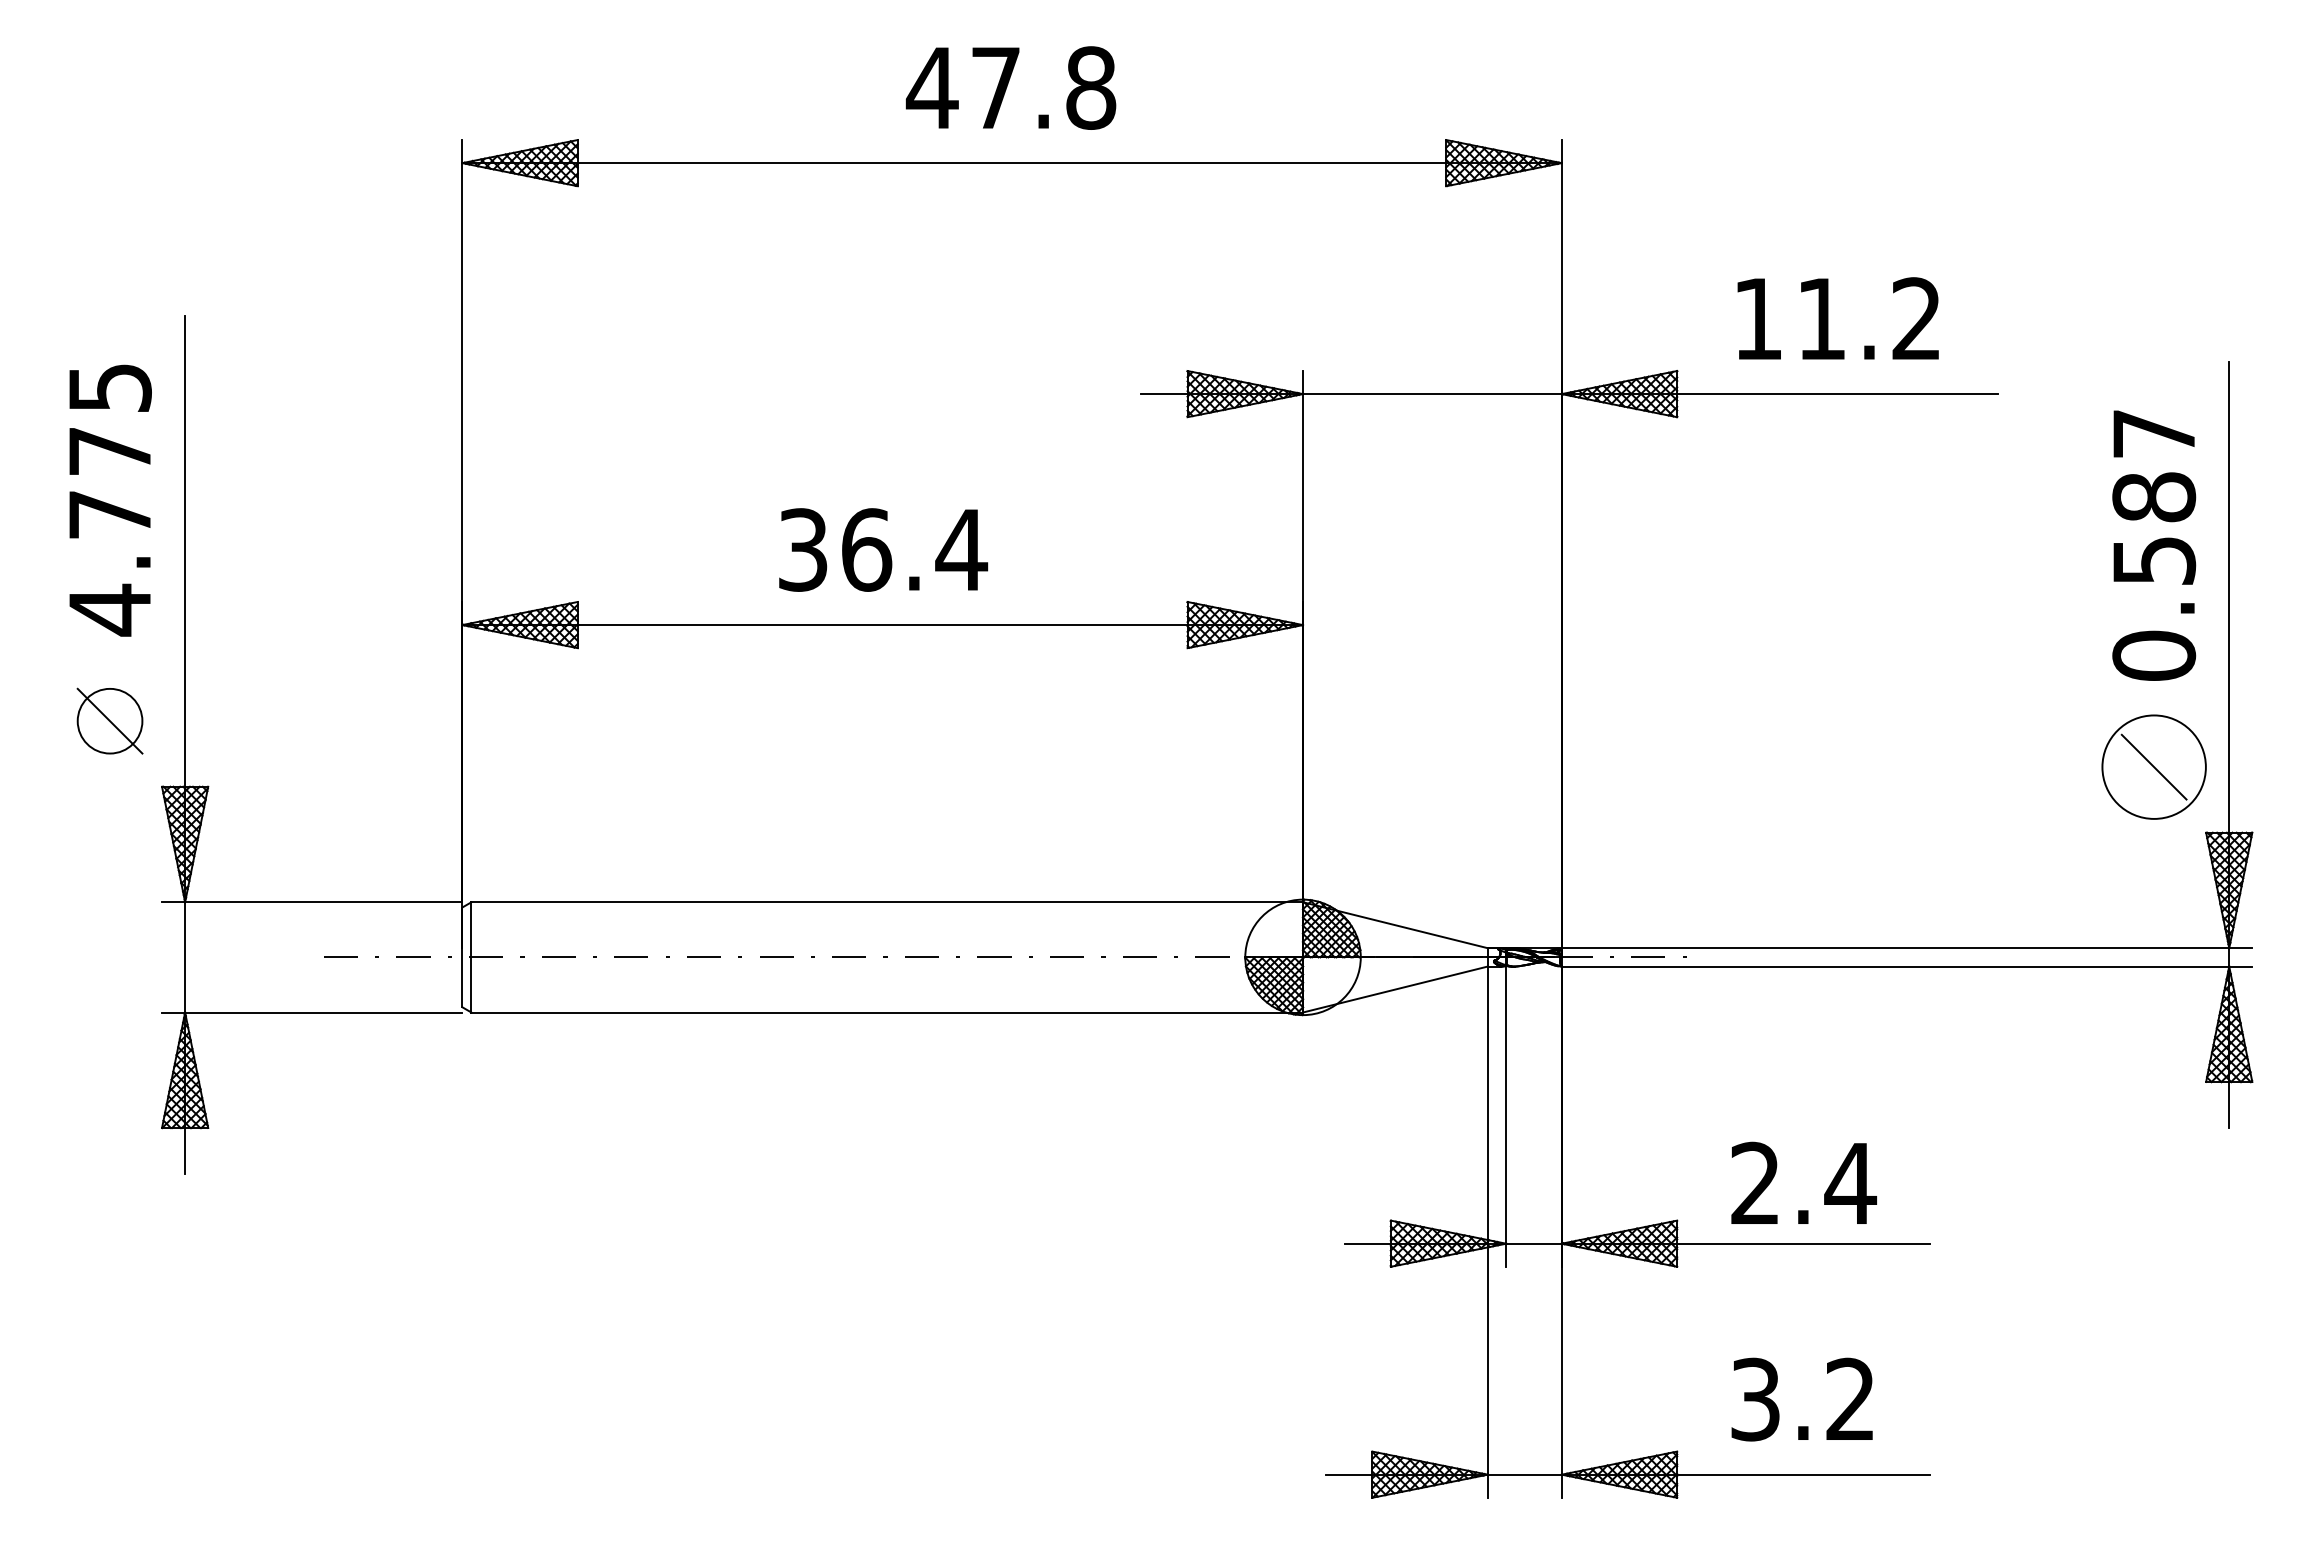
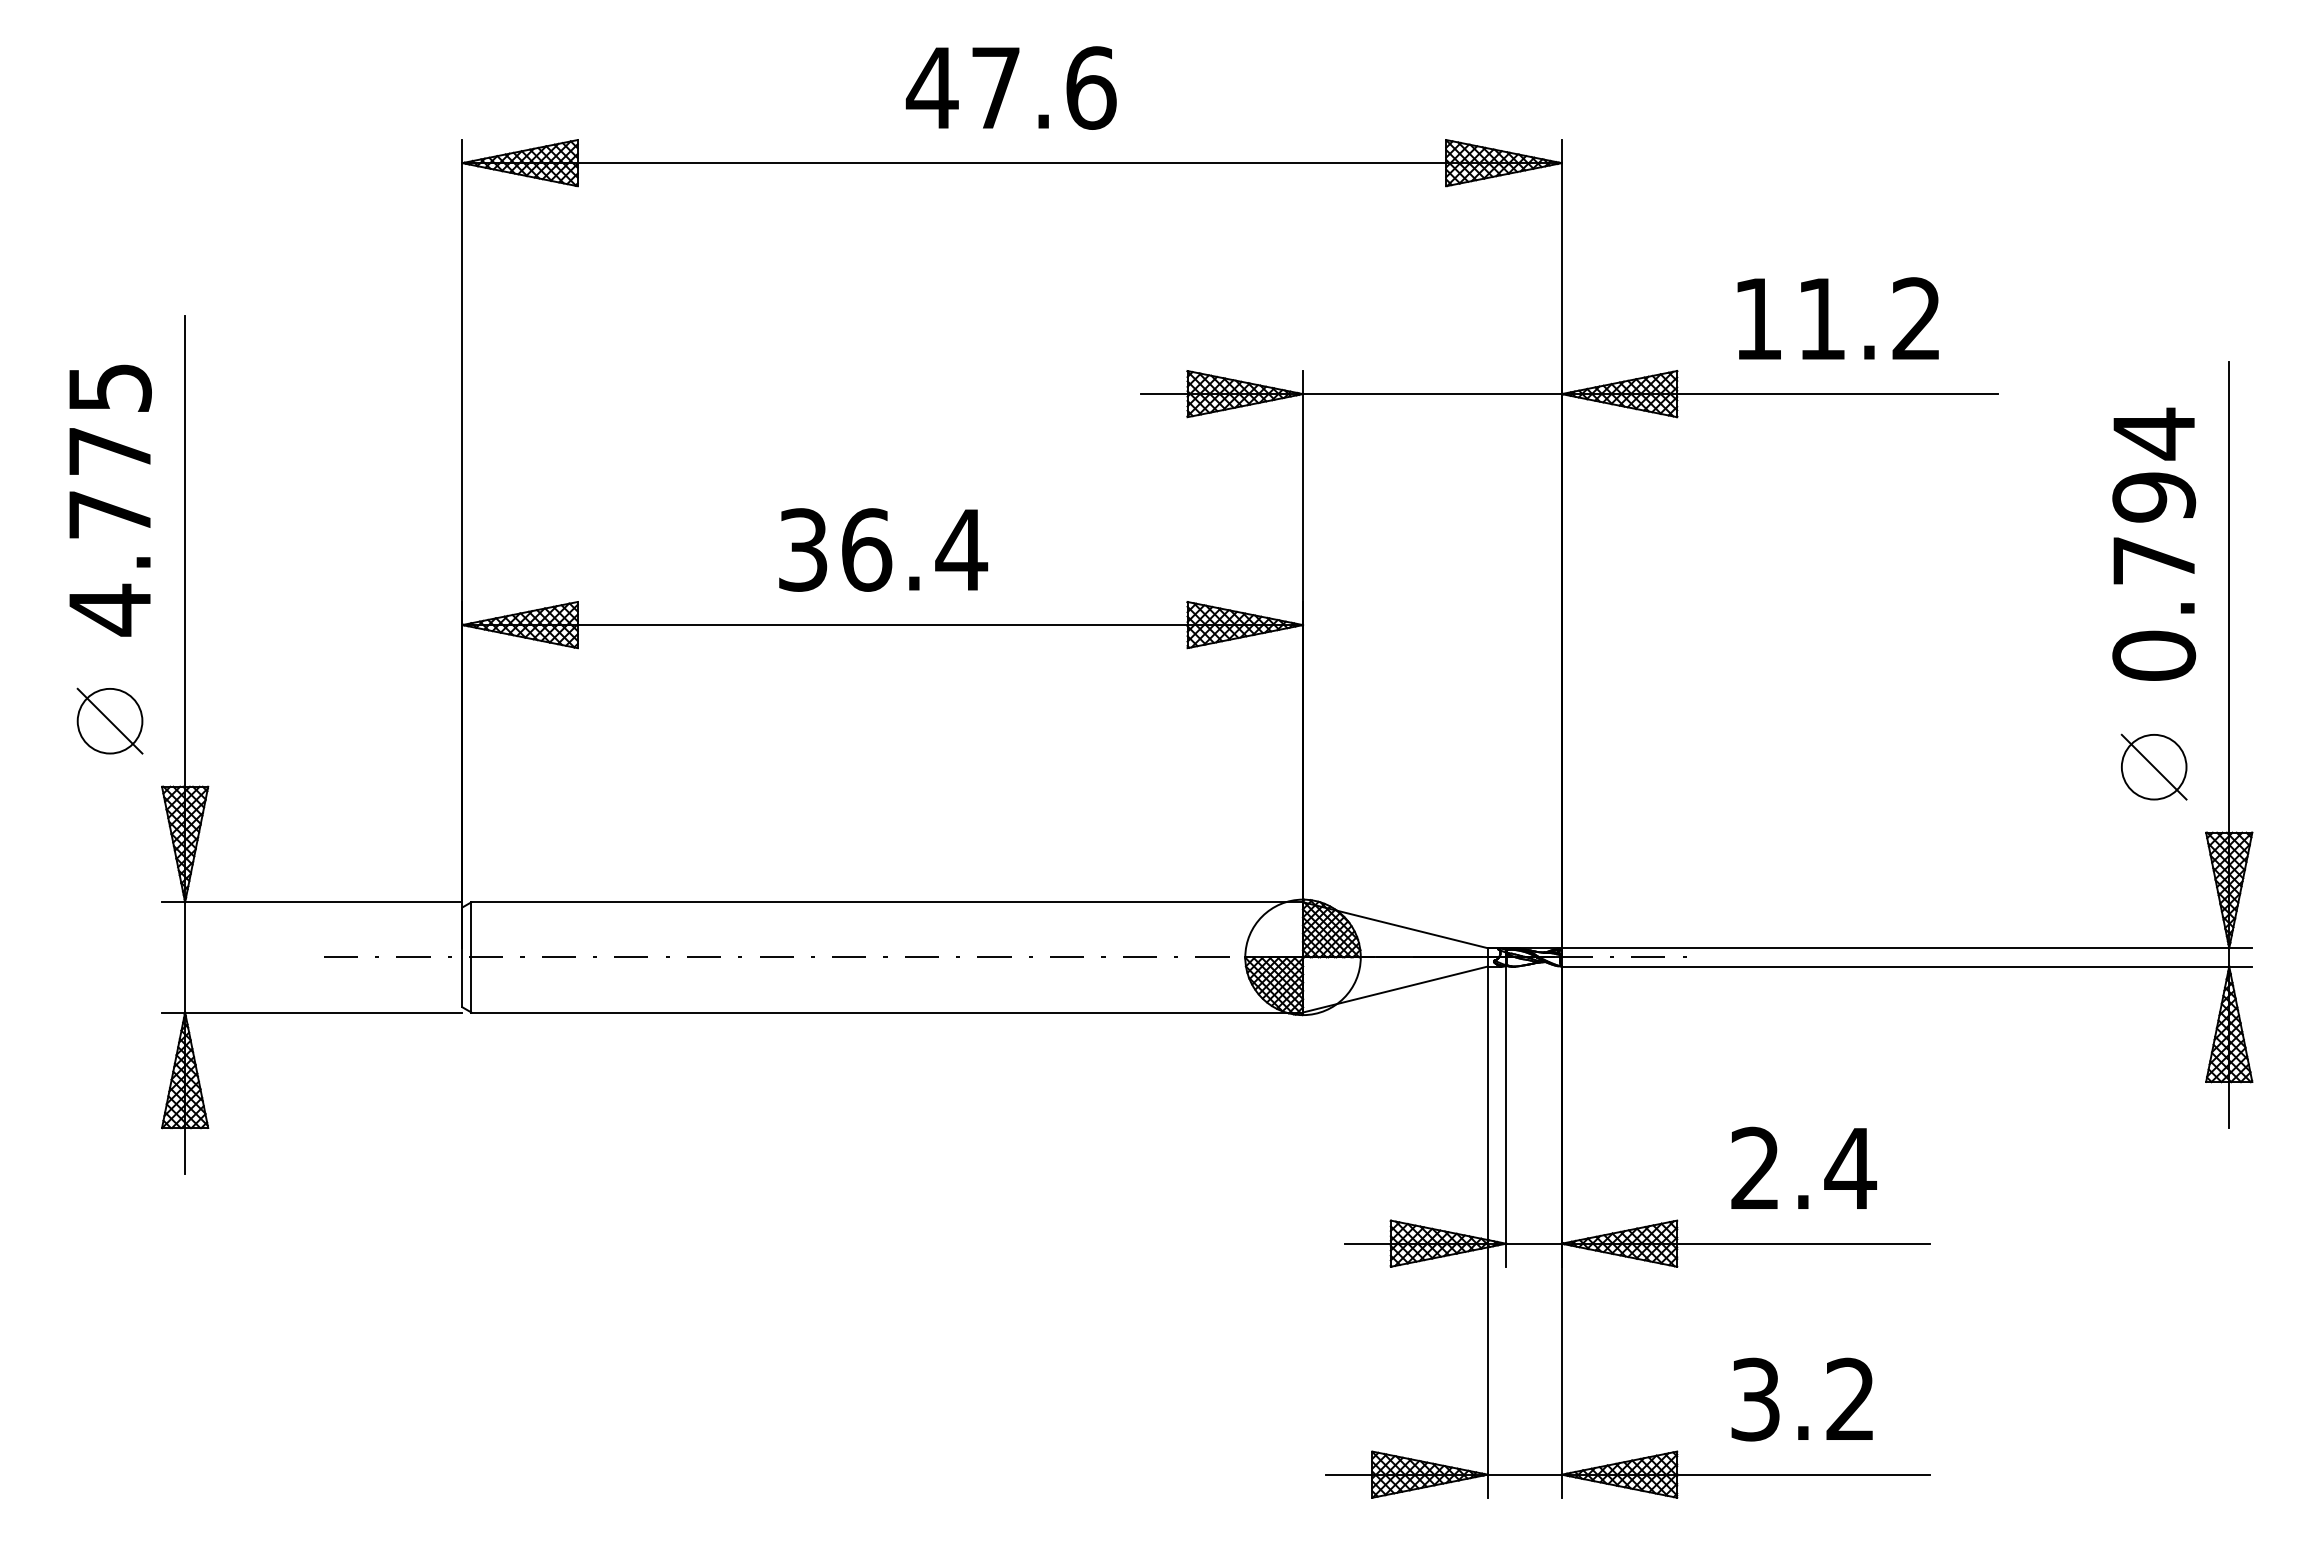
text at (1091, 87): 47.8 -> 47.6
text at (2154, 495): 0.587 -> 0.794
circle at (2153, 766) diameter: 103 px -> 65 px
text at (1803, 1182) position: (1803, 1182) -> (1803, 1167)
